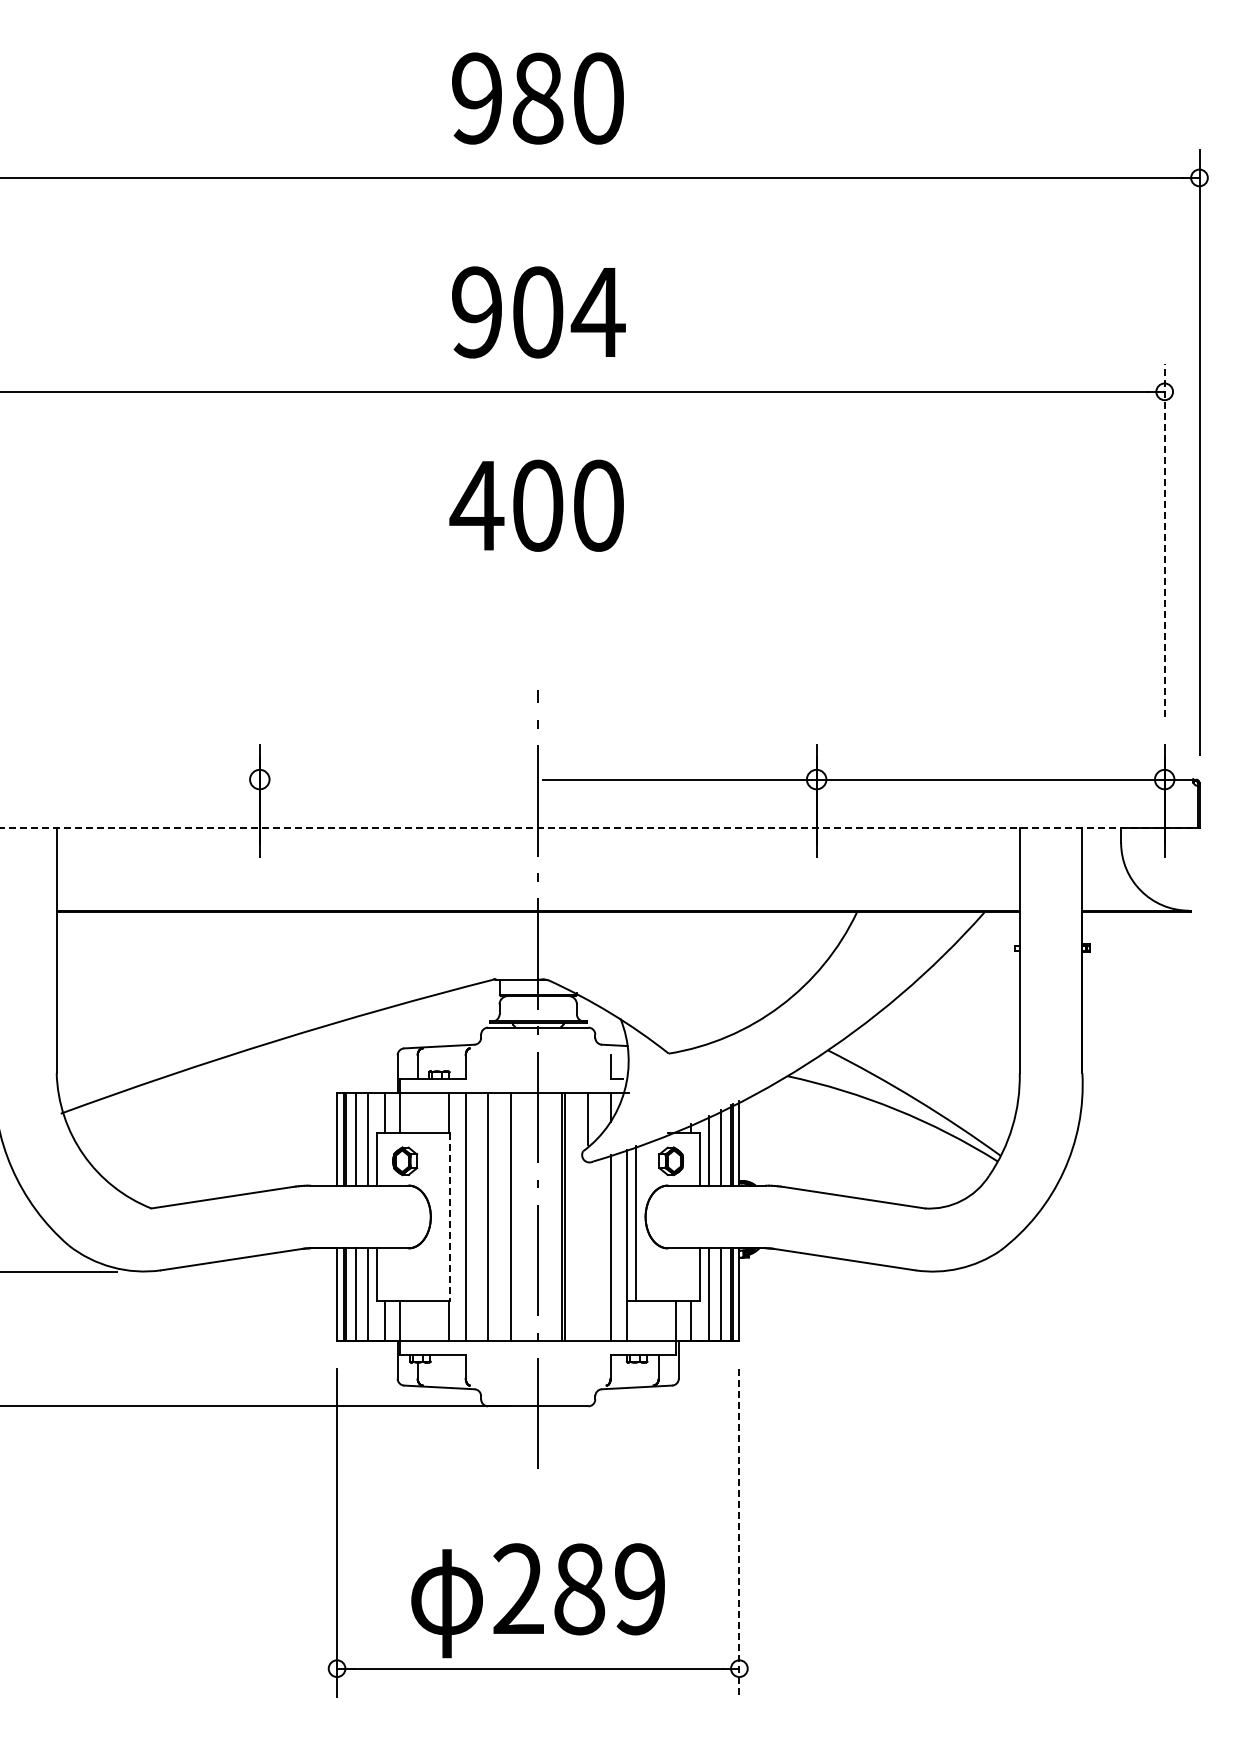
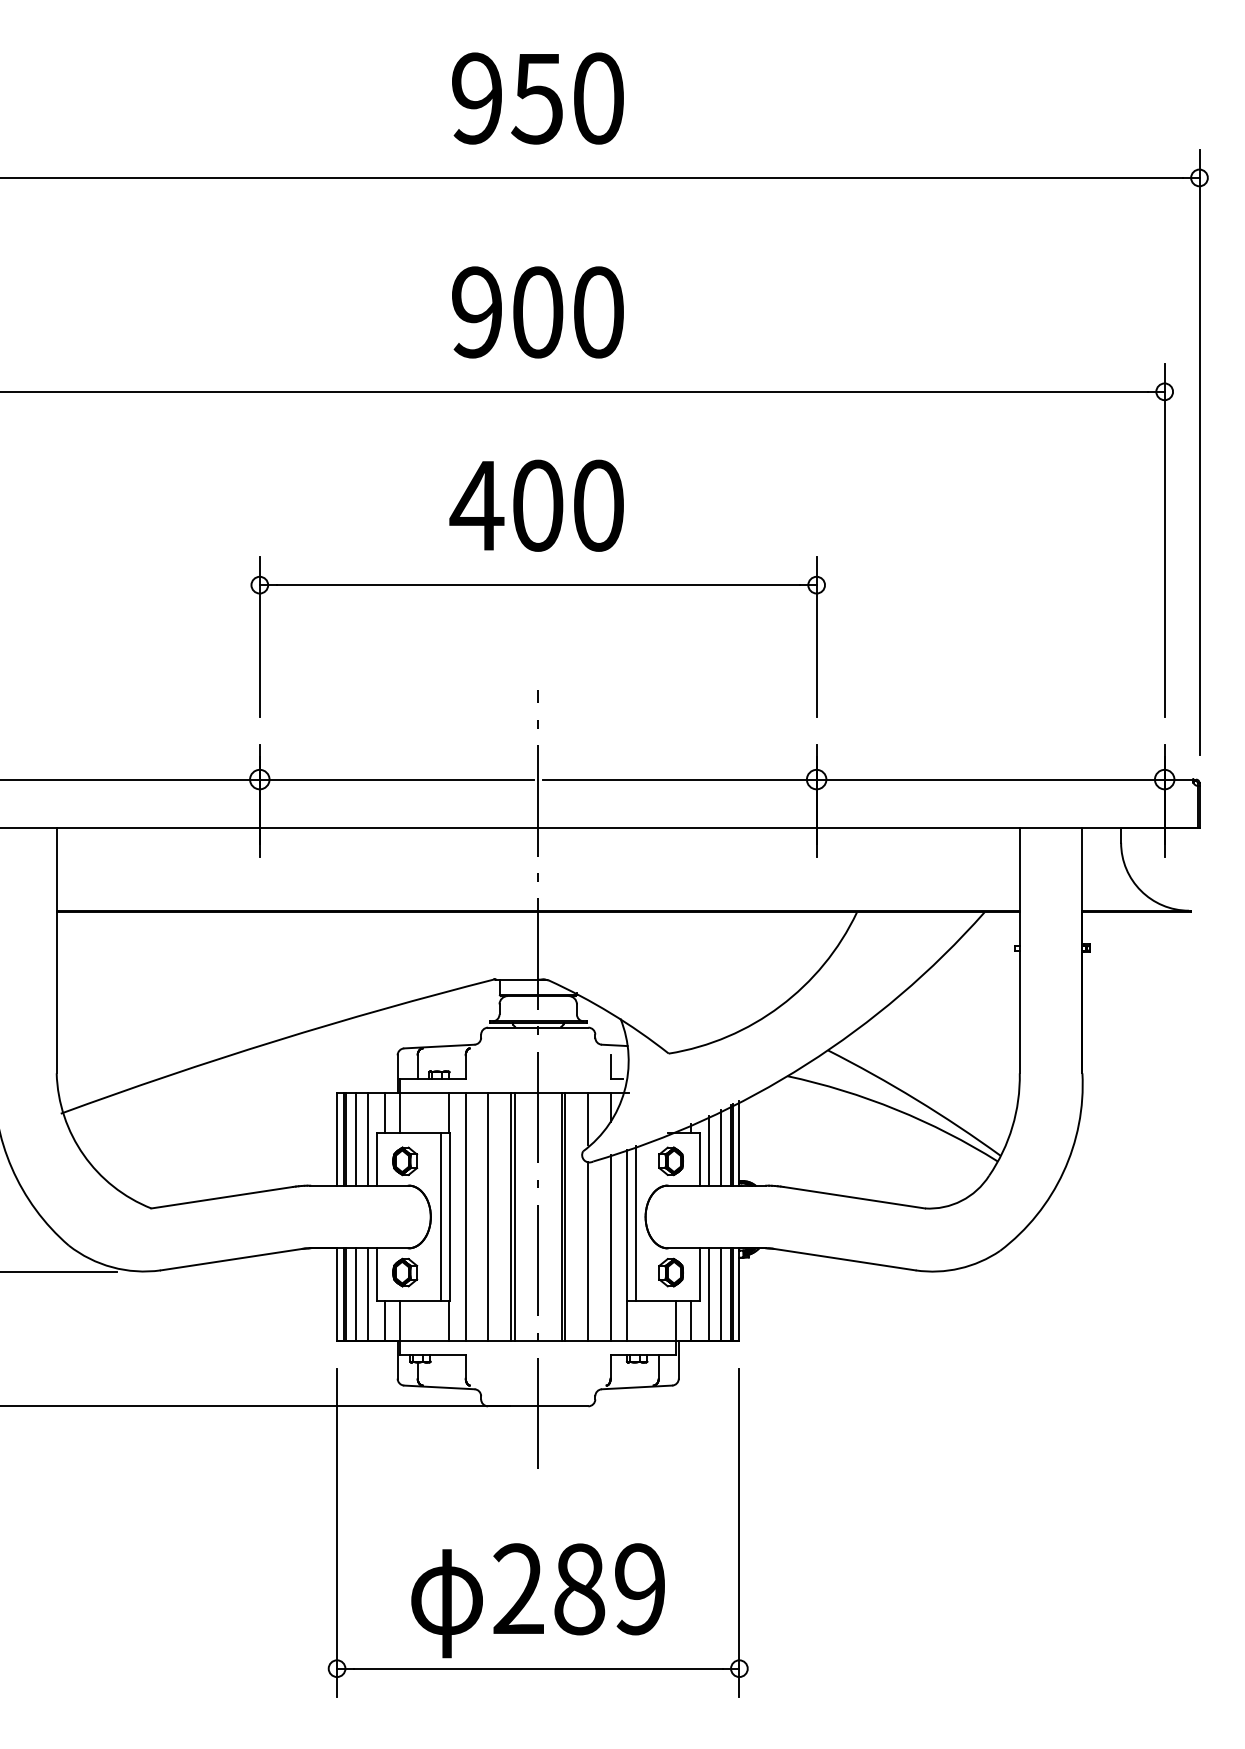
text at (537, 98): 980 -> 950
text at (597, 312): 904 -> 900
line at (1164, 540): dashed -> solid
part at (537, 585): none -> present
line at (267, 779): none -> present
line at (600, 828): dashed -> solid
line at (440, 1216): none -> present
line at (514, 1216): none -> present
line at (449, 1217): dashed -> solid
line at (588, 1251): none -> present
part at (405, 1272): none -> present
part at (670, 1272): none -> present
line at (739, 1532): dashed -> solid
